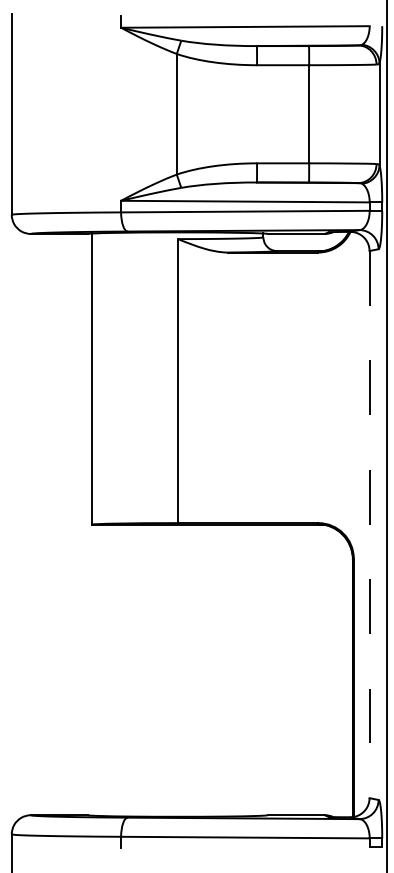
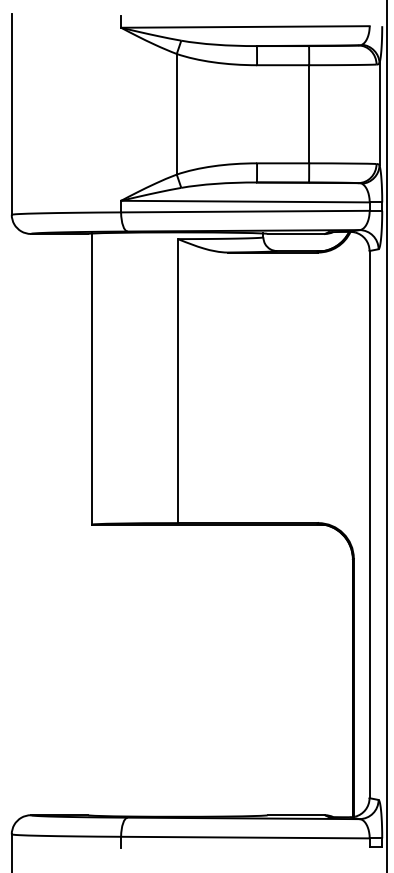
line at (369, 524): dashed -> solid
